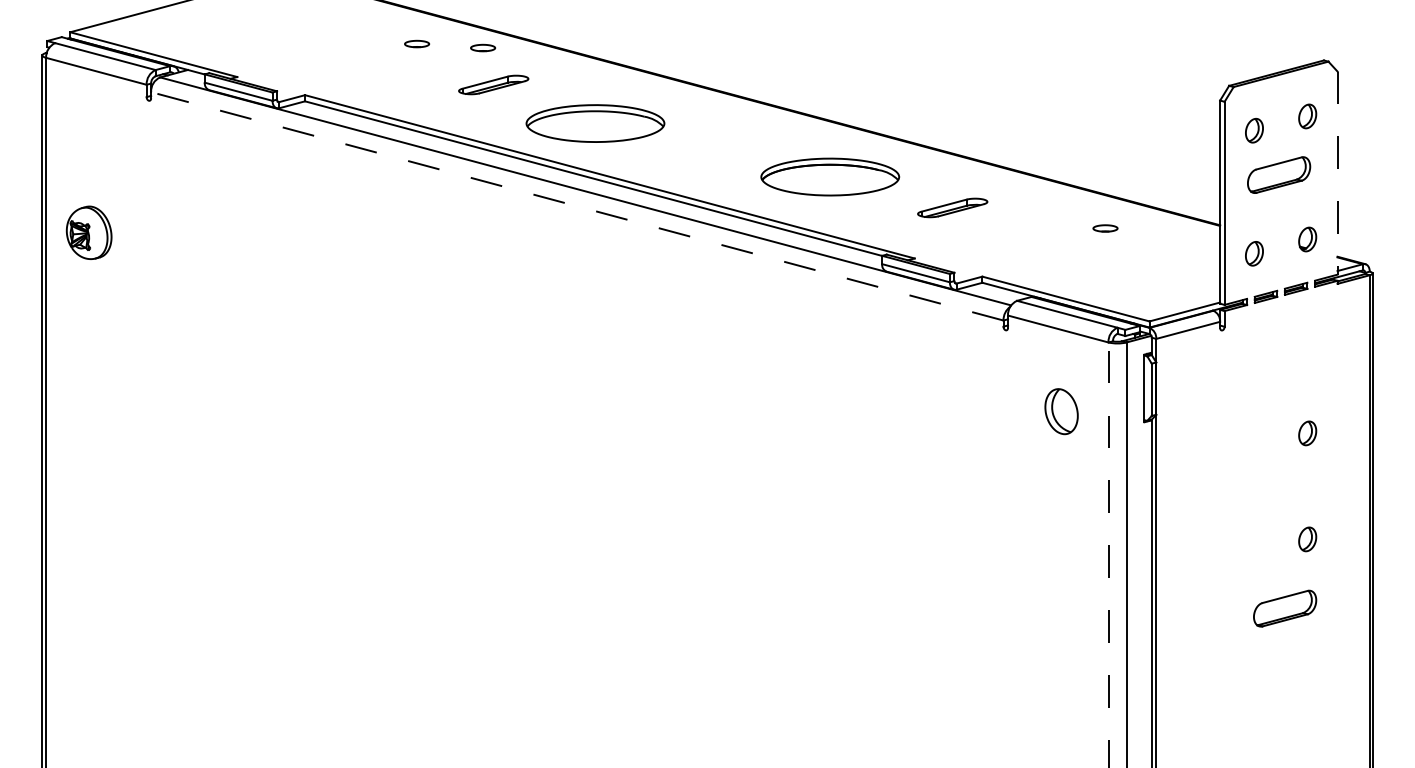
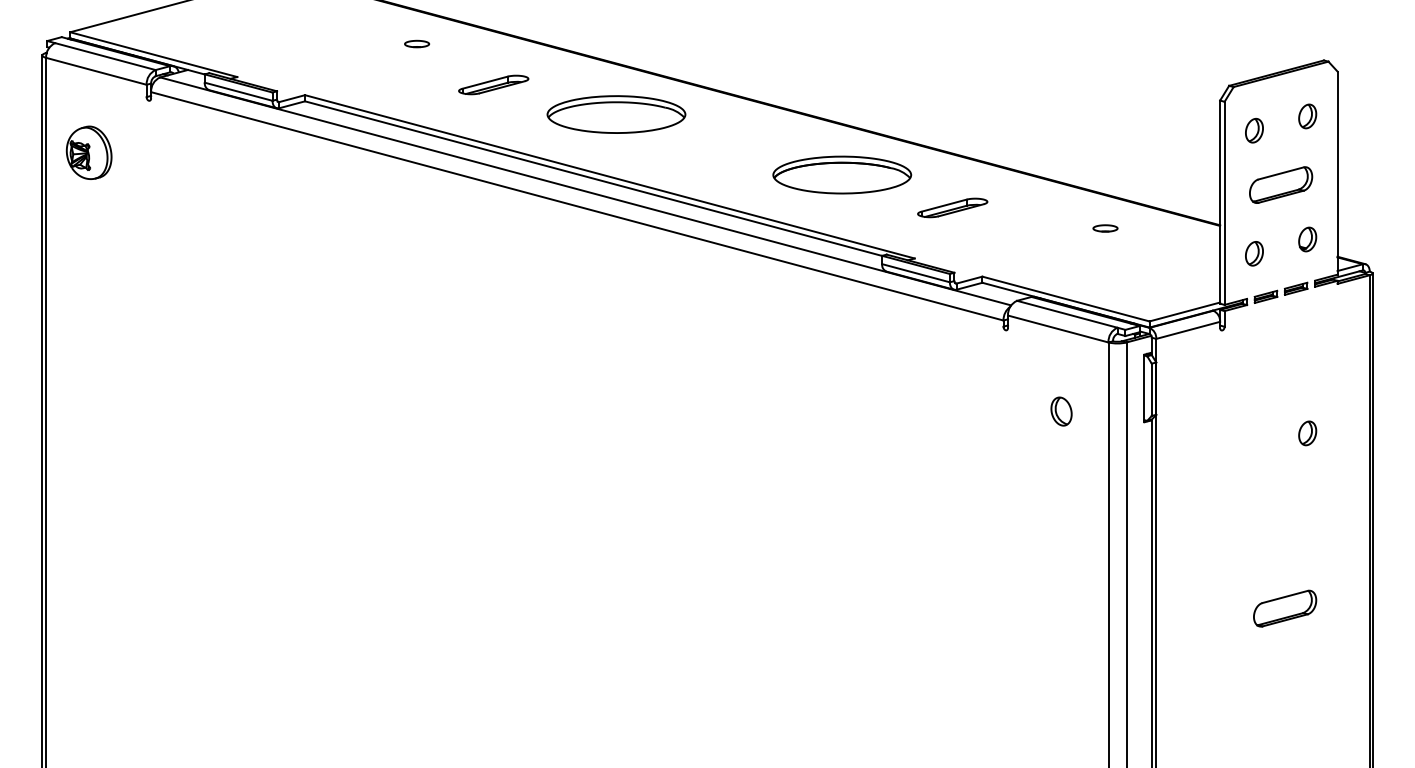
part at (483, 47): present -> none
part at (595, 123) position: (595, 123) -> (616, 114)
line at (1337, 173): dashed -> solid
part at (1279, 174) position: (1279, 174) -> (1281, 184)
part at (830, 176) position: (830, 176) -> (842, 174)
line at (576, 206): dashed -> solid
part at (88, 232) position: (88, 232) -> (88, 152)
part at (1061, 411) size: 35x48 px -> 23x31 px
part at (1307, 539): present -> none
line at (1108, 554): dashed -> solid
